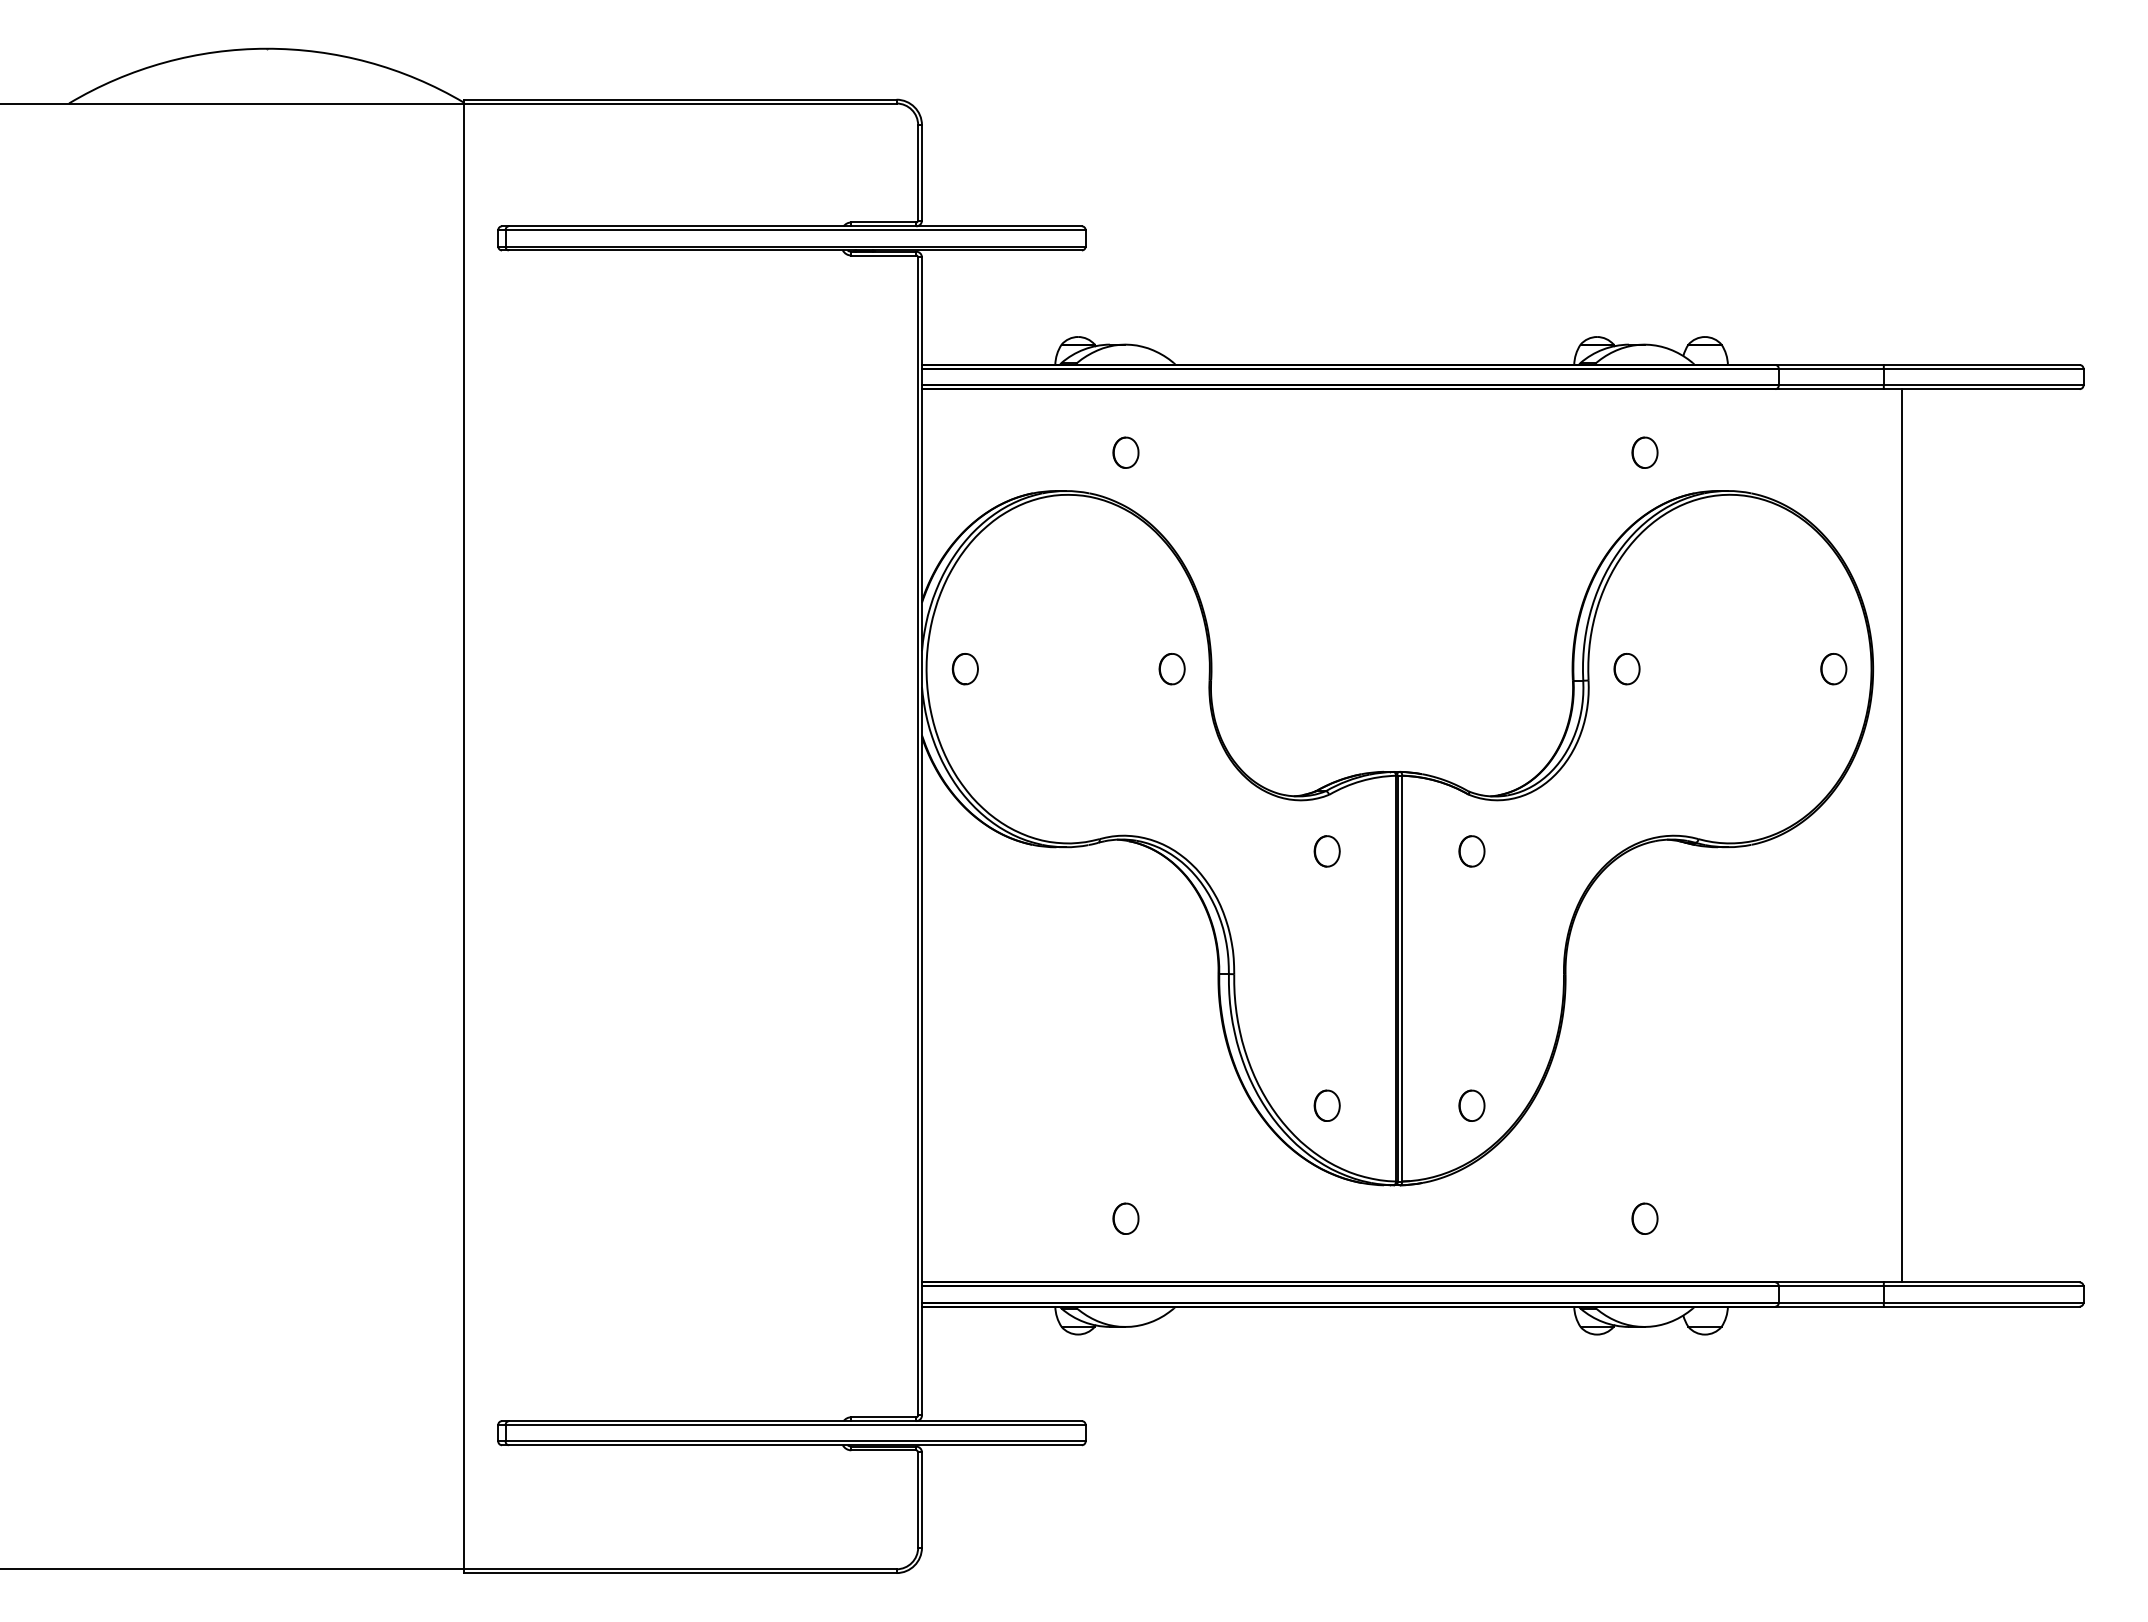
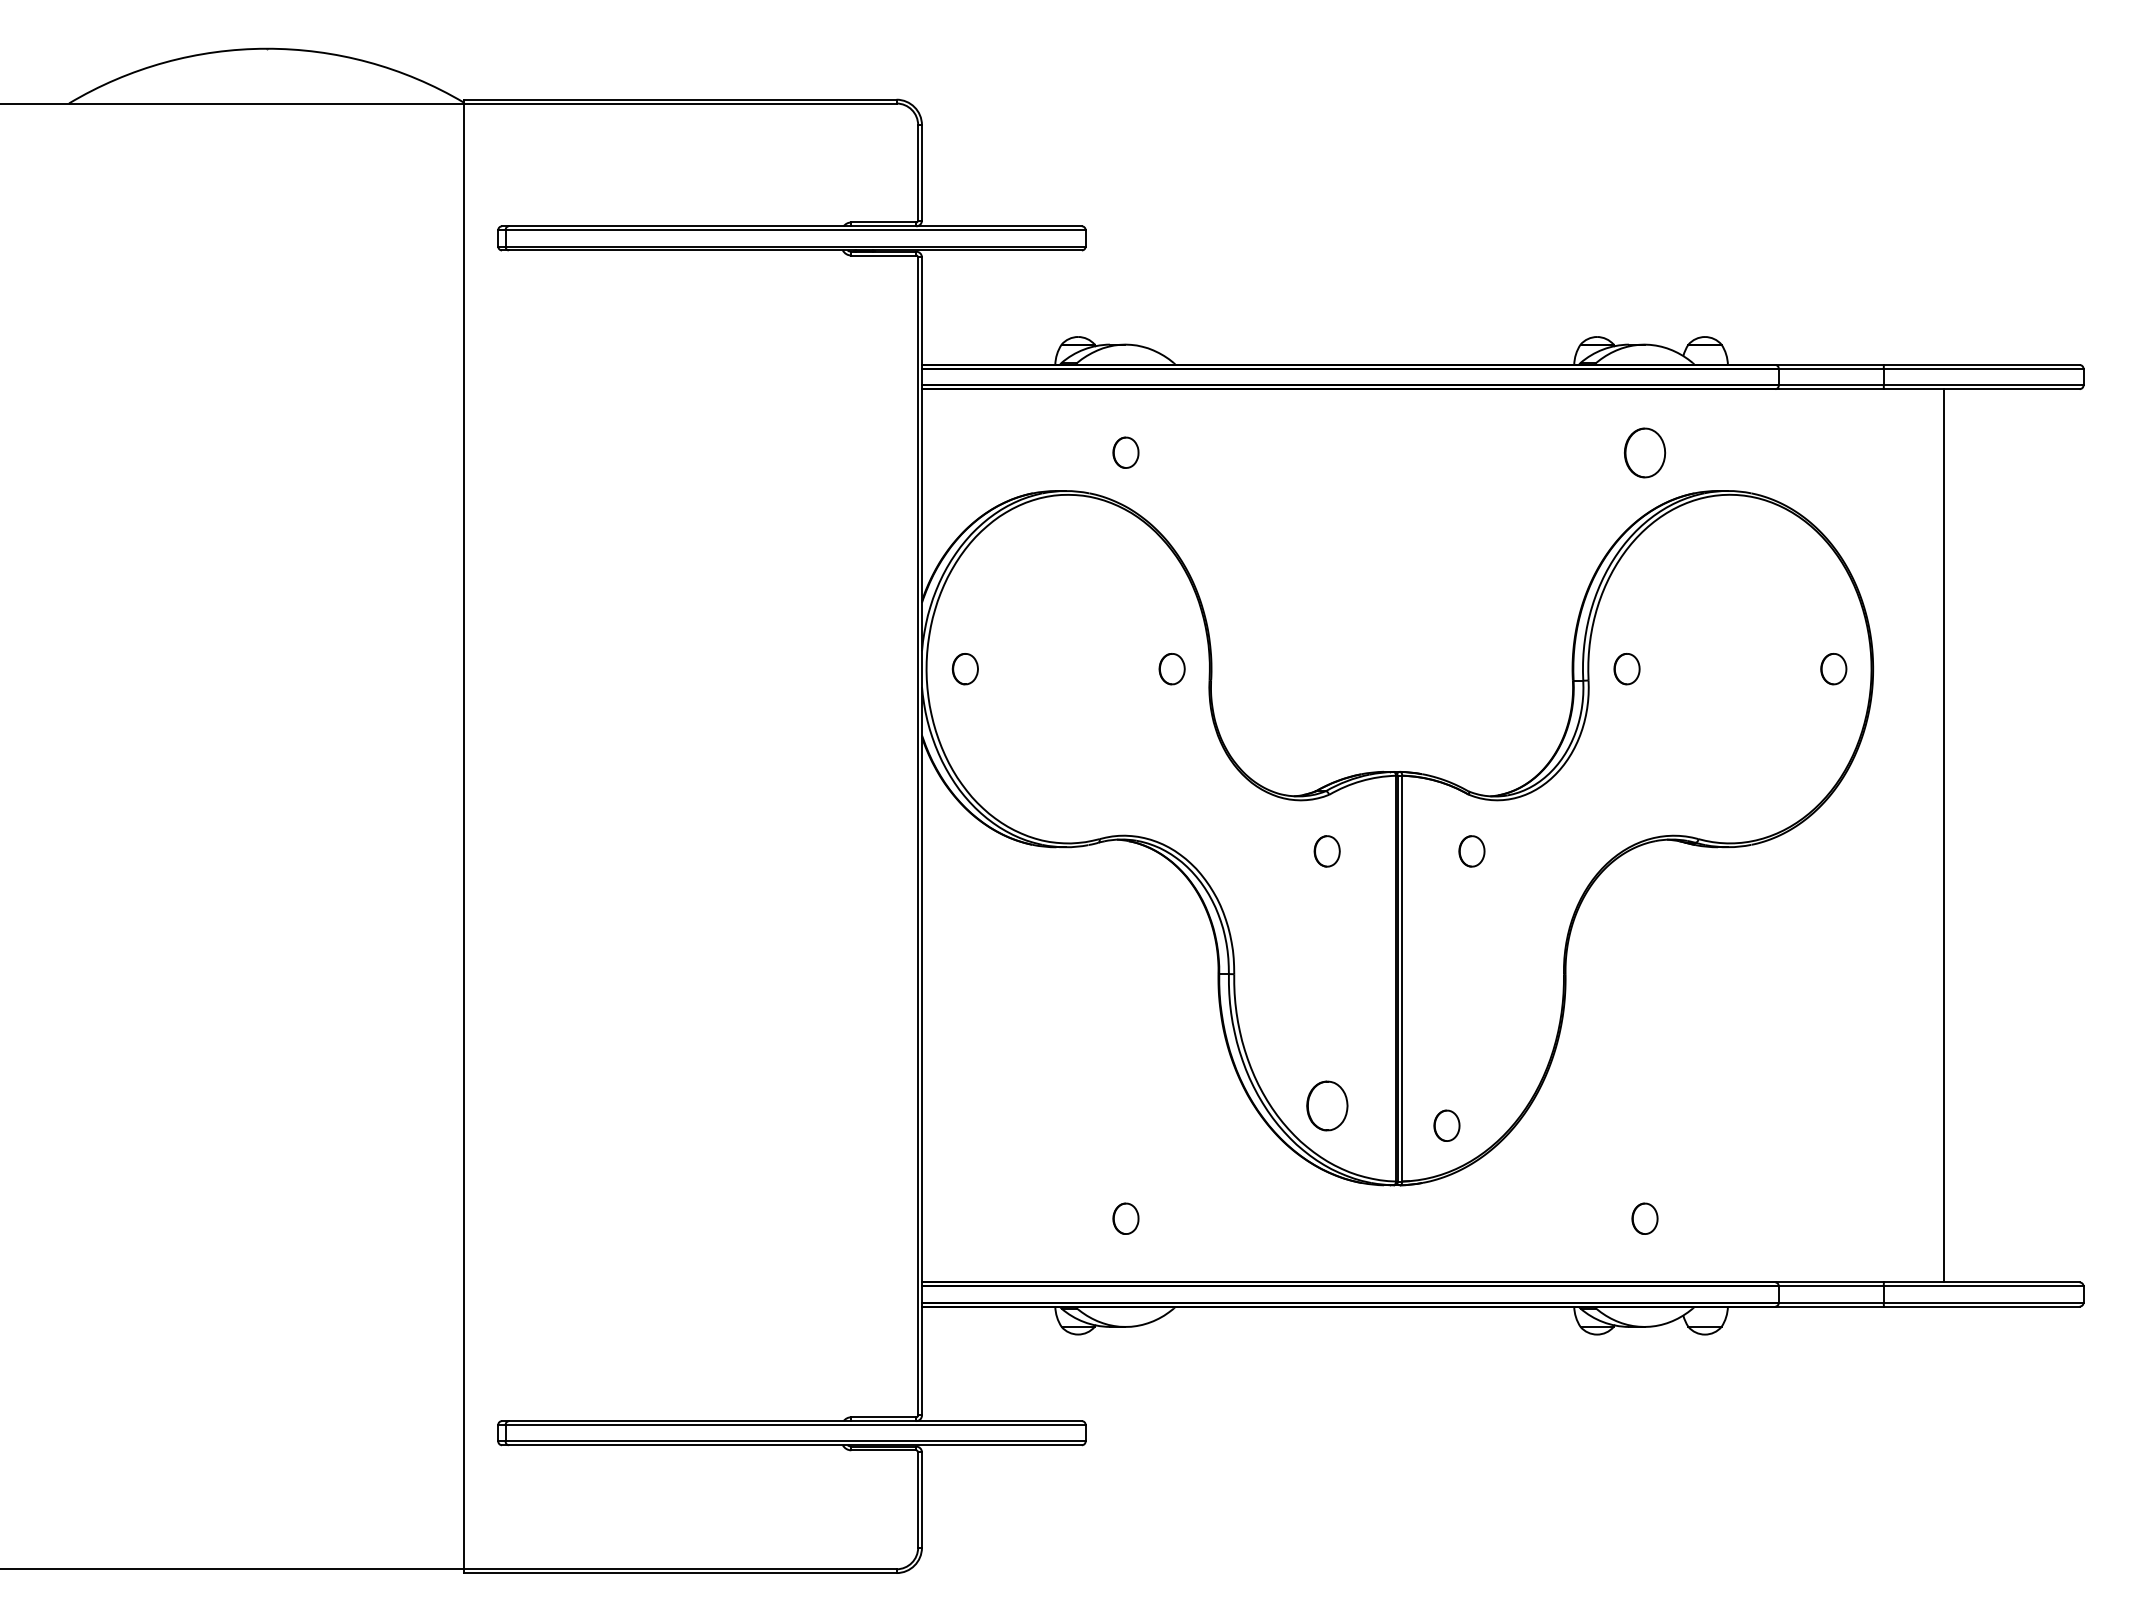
part at (1644, 452) size: 28x33 px -> 43x52 px
line at (1901, 835) position: (1901, 835) -> (1943, 835)
part at (1326, 1105) size: 28x33 px -> 43x52 px
part at (1471, 1105) position: (1471, 1105) -> (1446, 1125)
